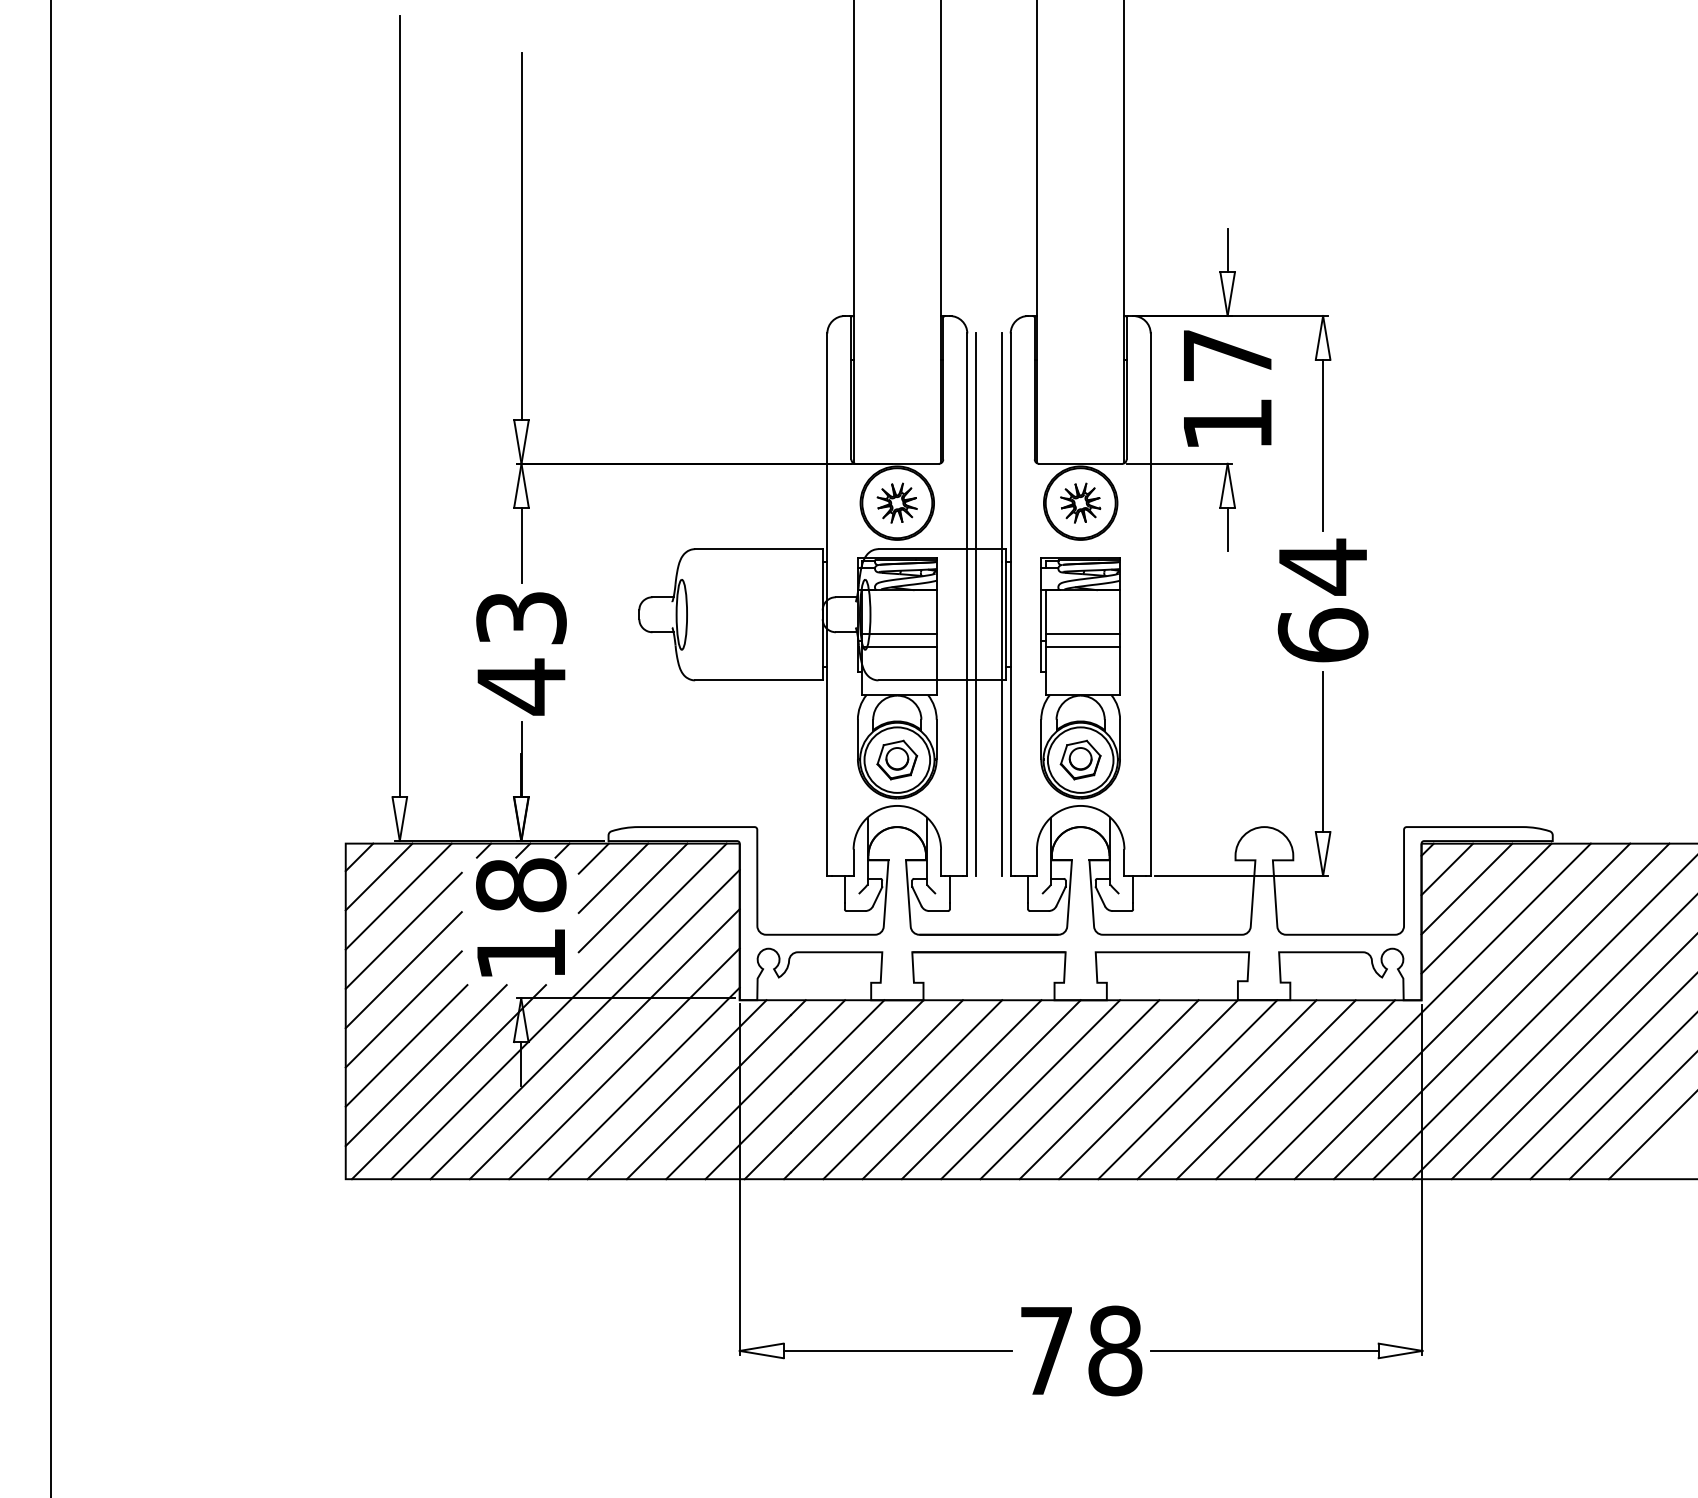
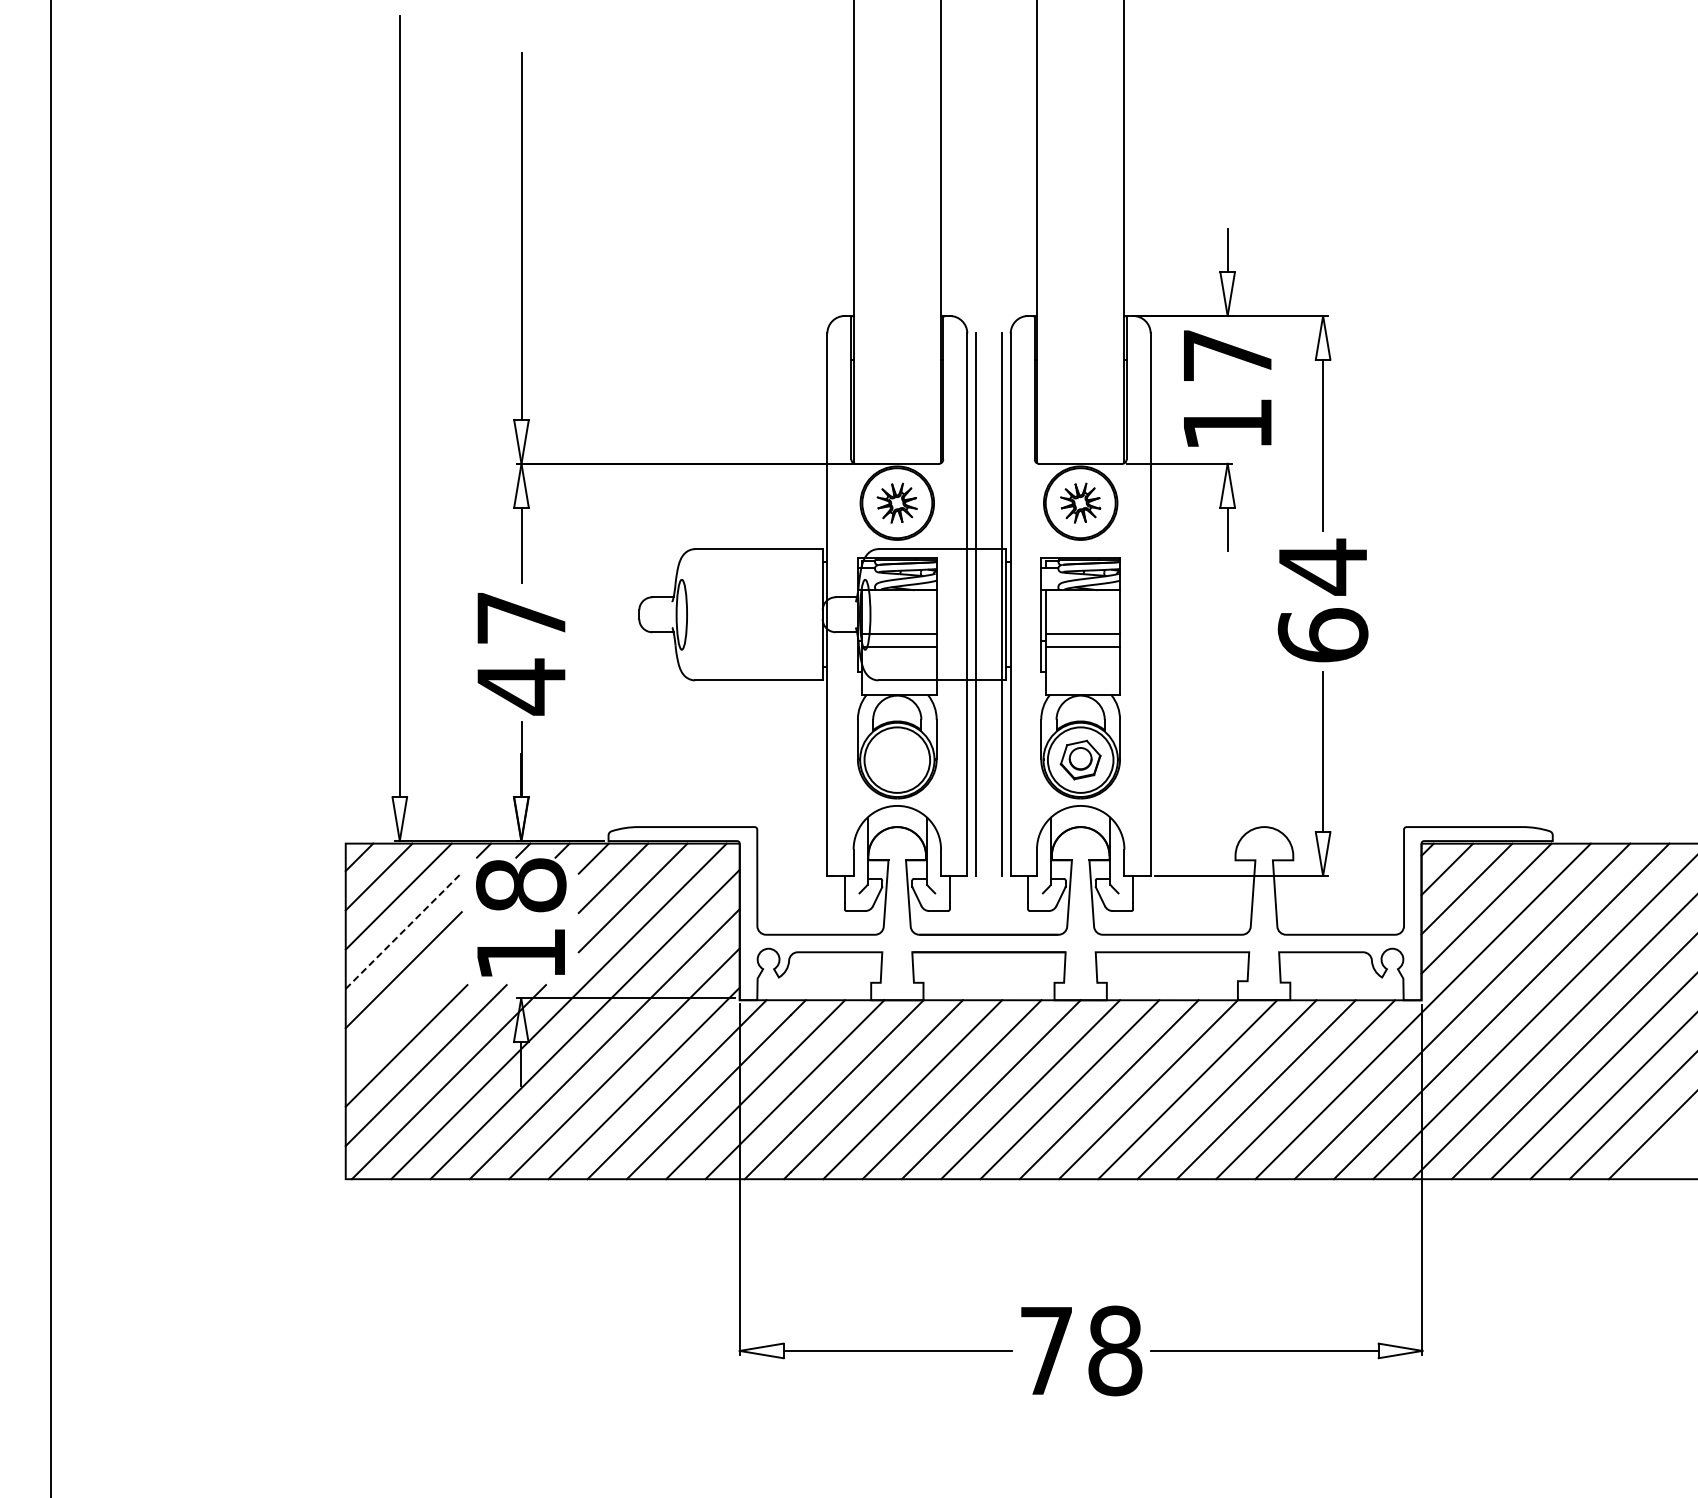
text at (521, 618): 43 -> 47
part at (897, 759): present -> none
line at (404, 930): solid -> dashed
line at (403, 1009): present -> none
